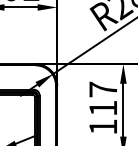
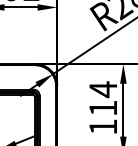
text at (102, 89): 117 -> 114
